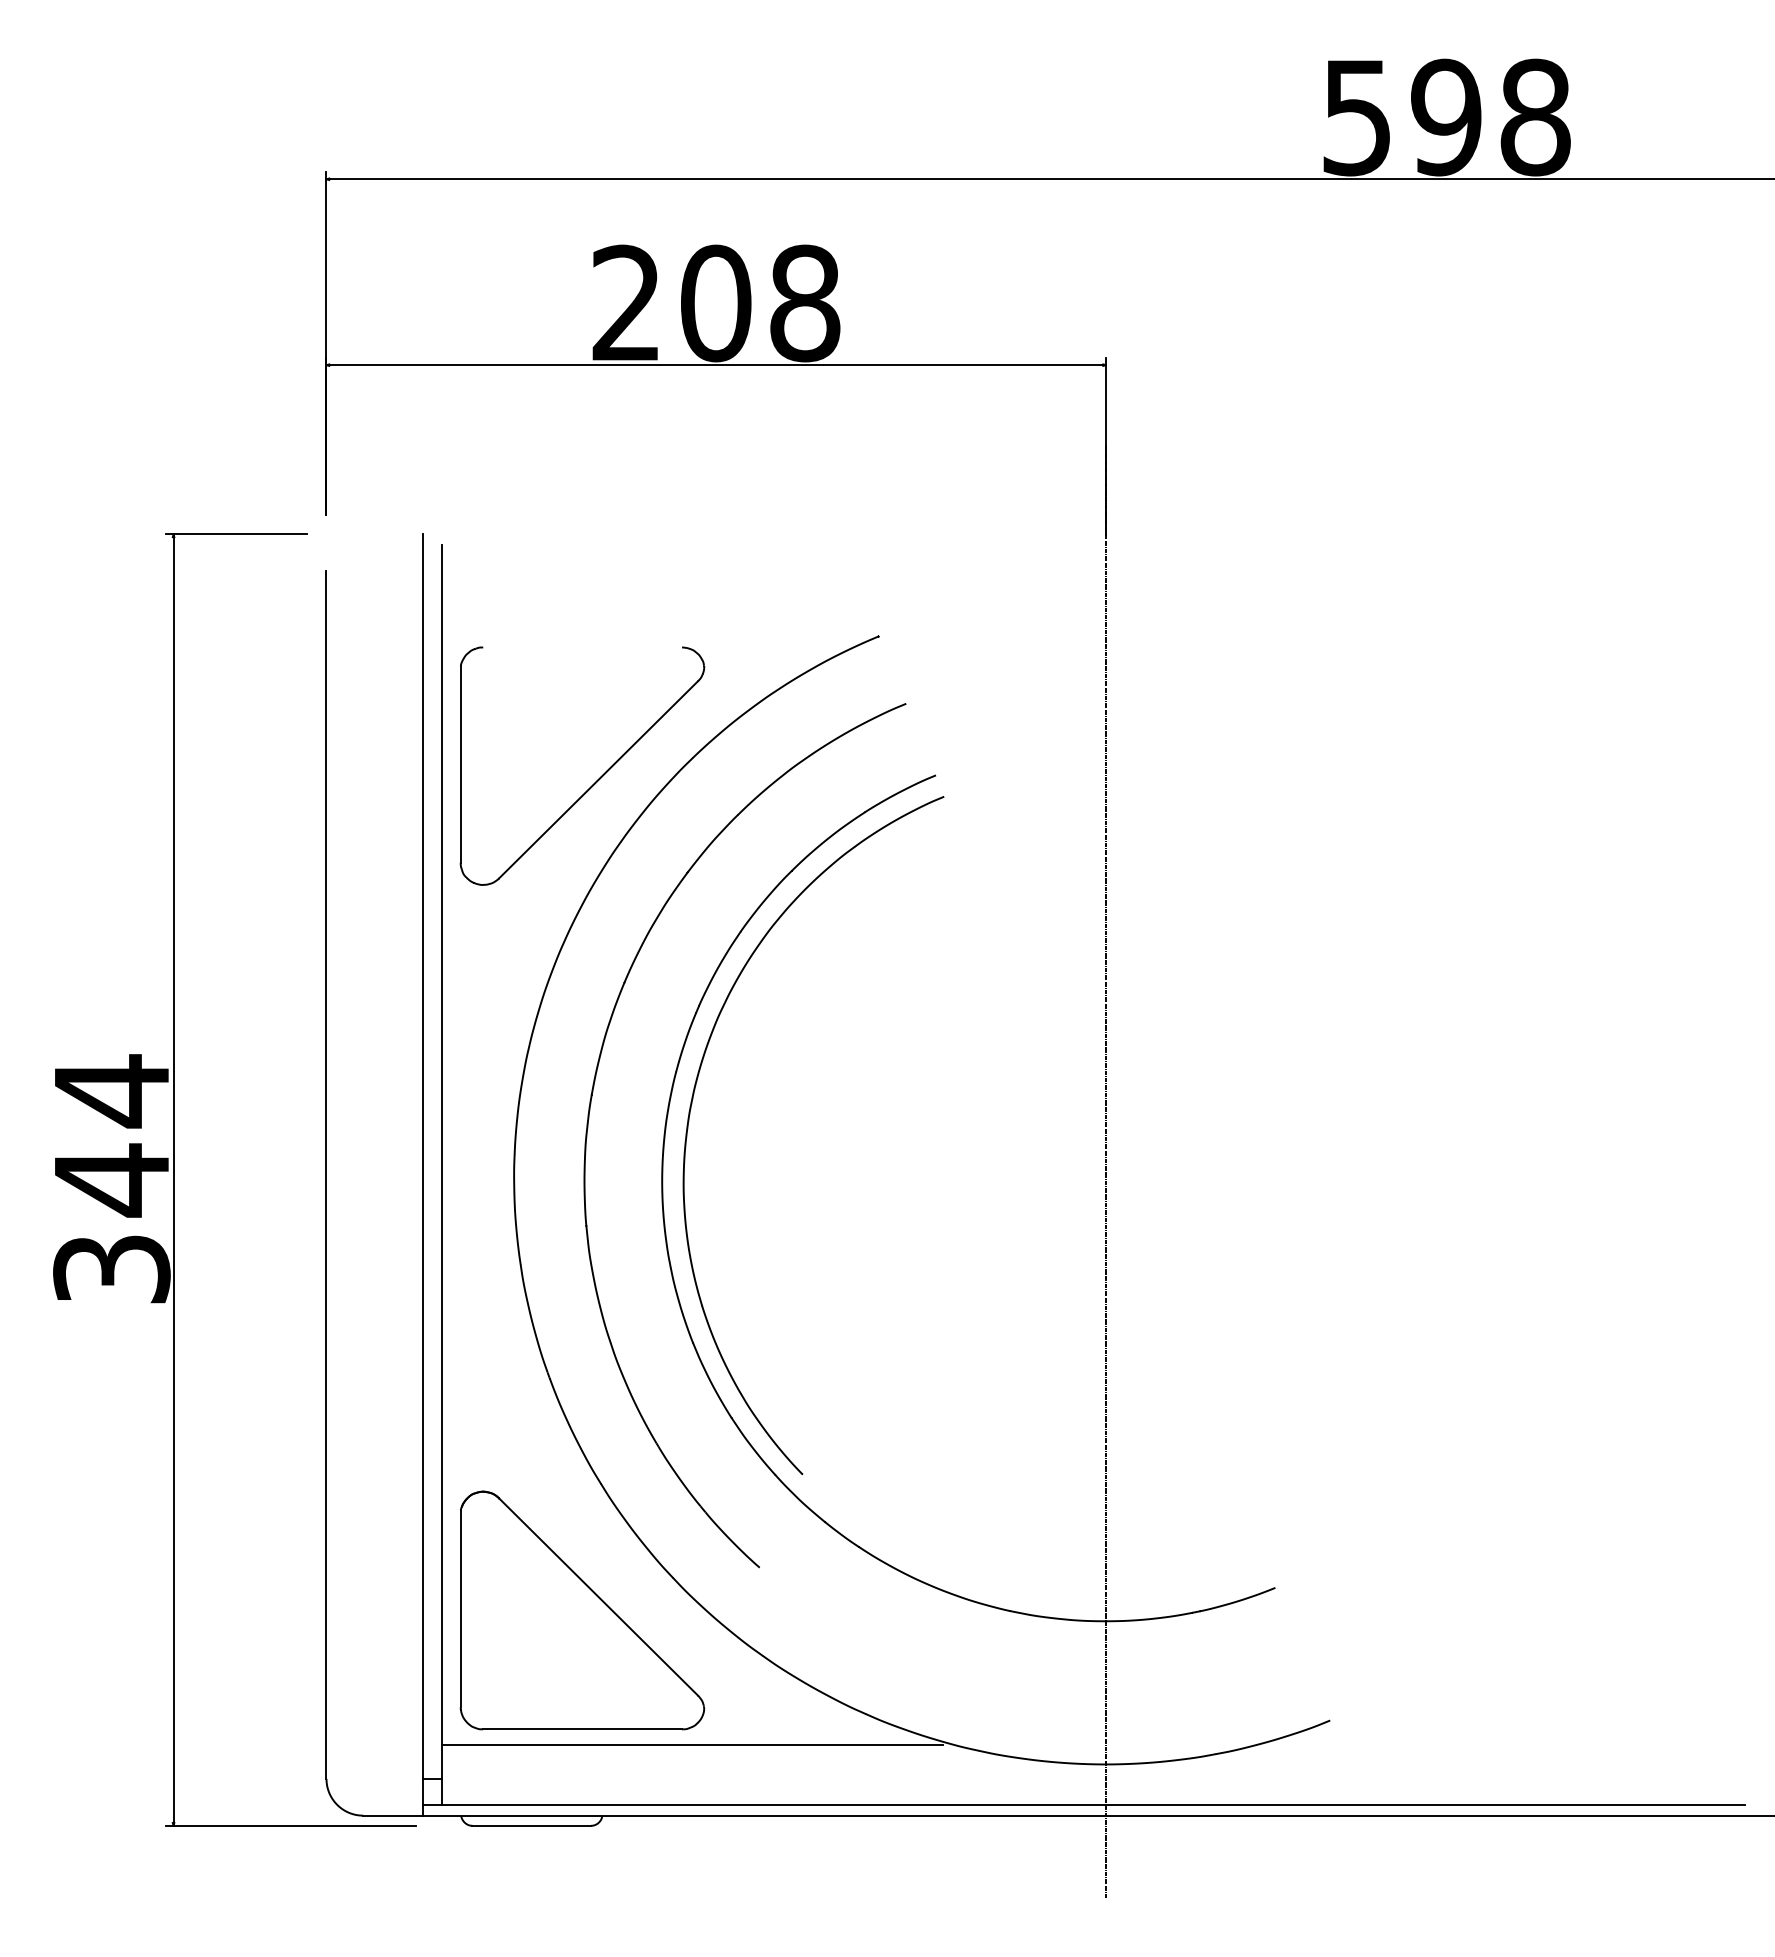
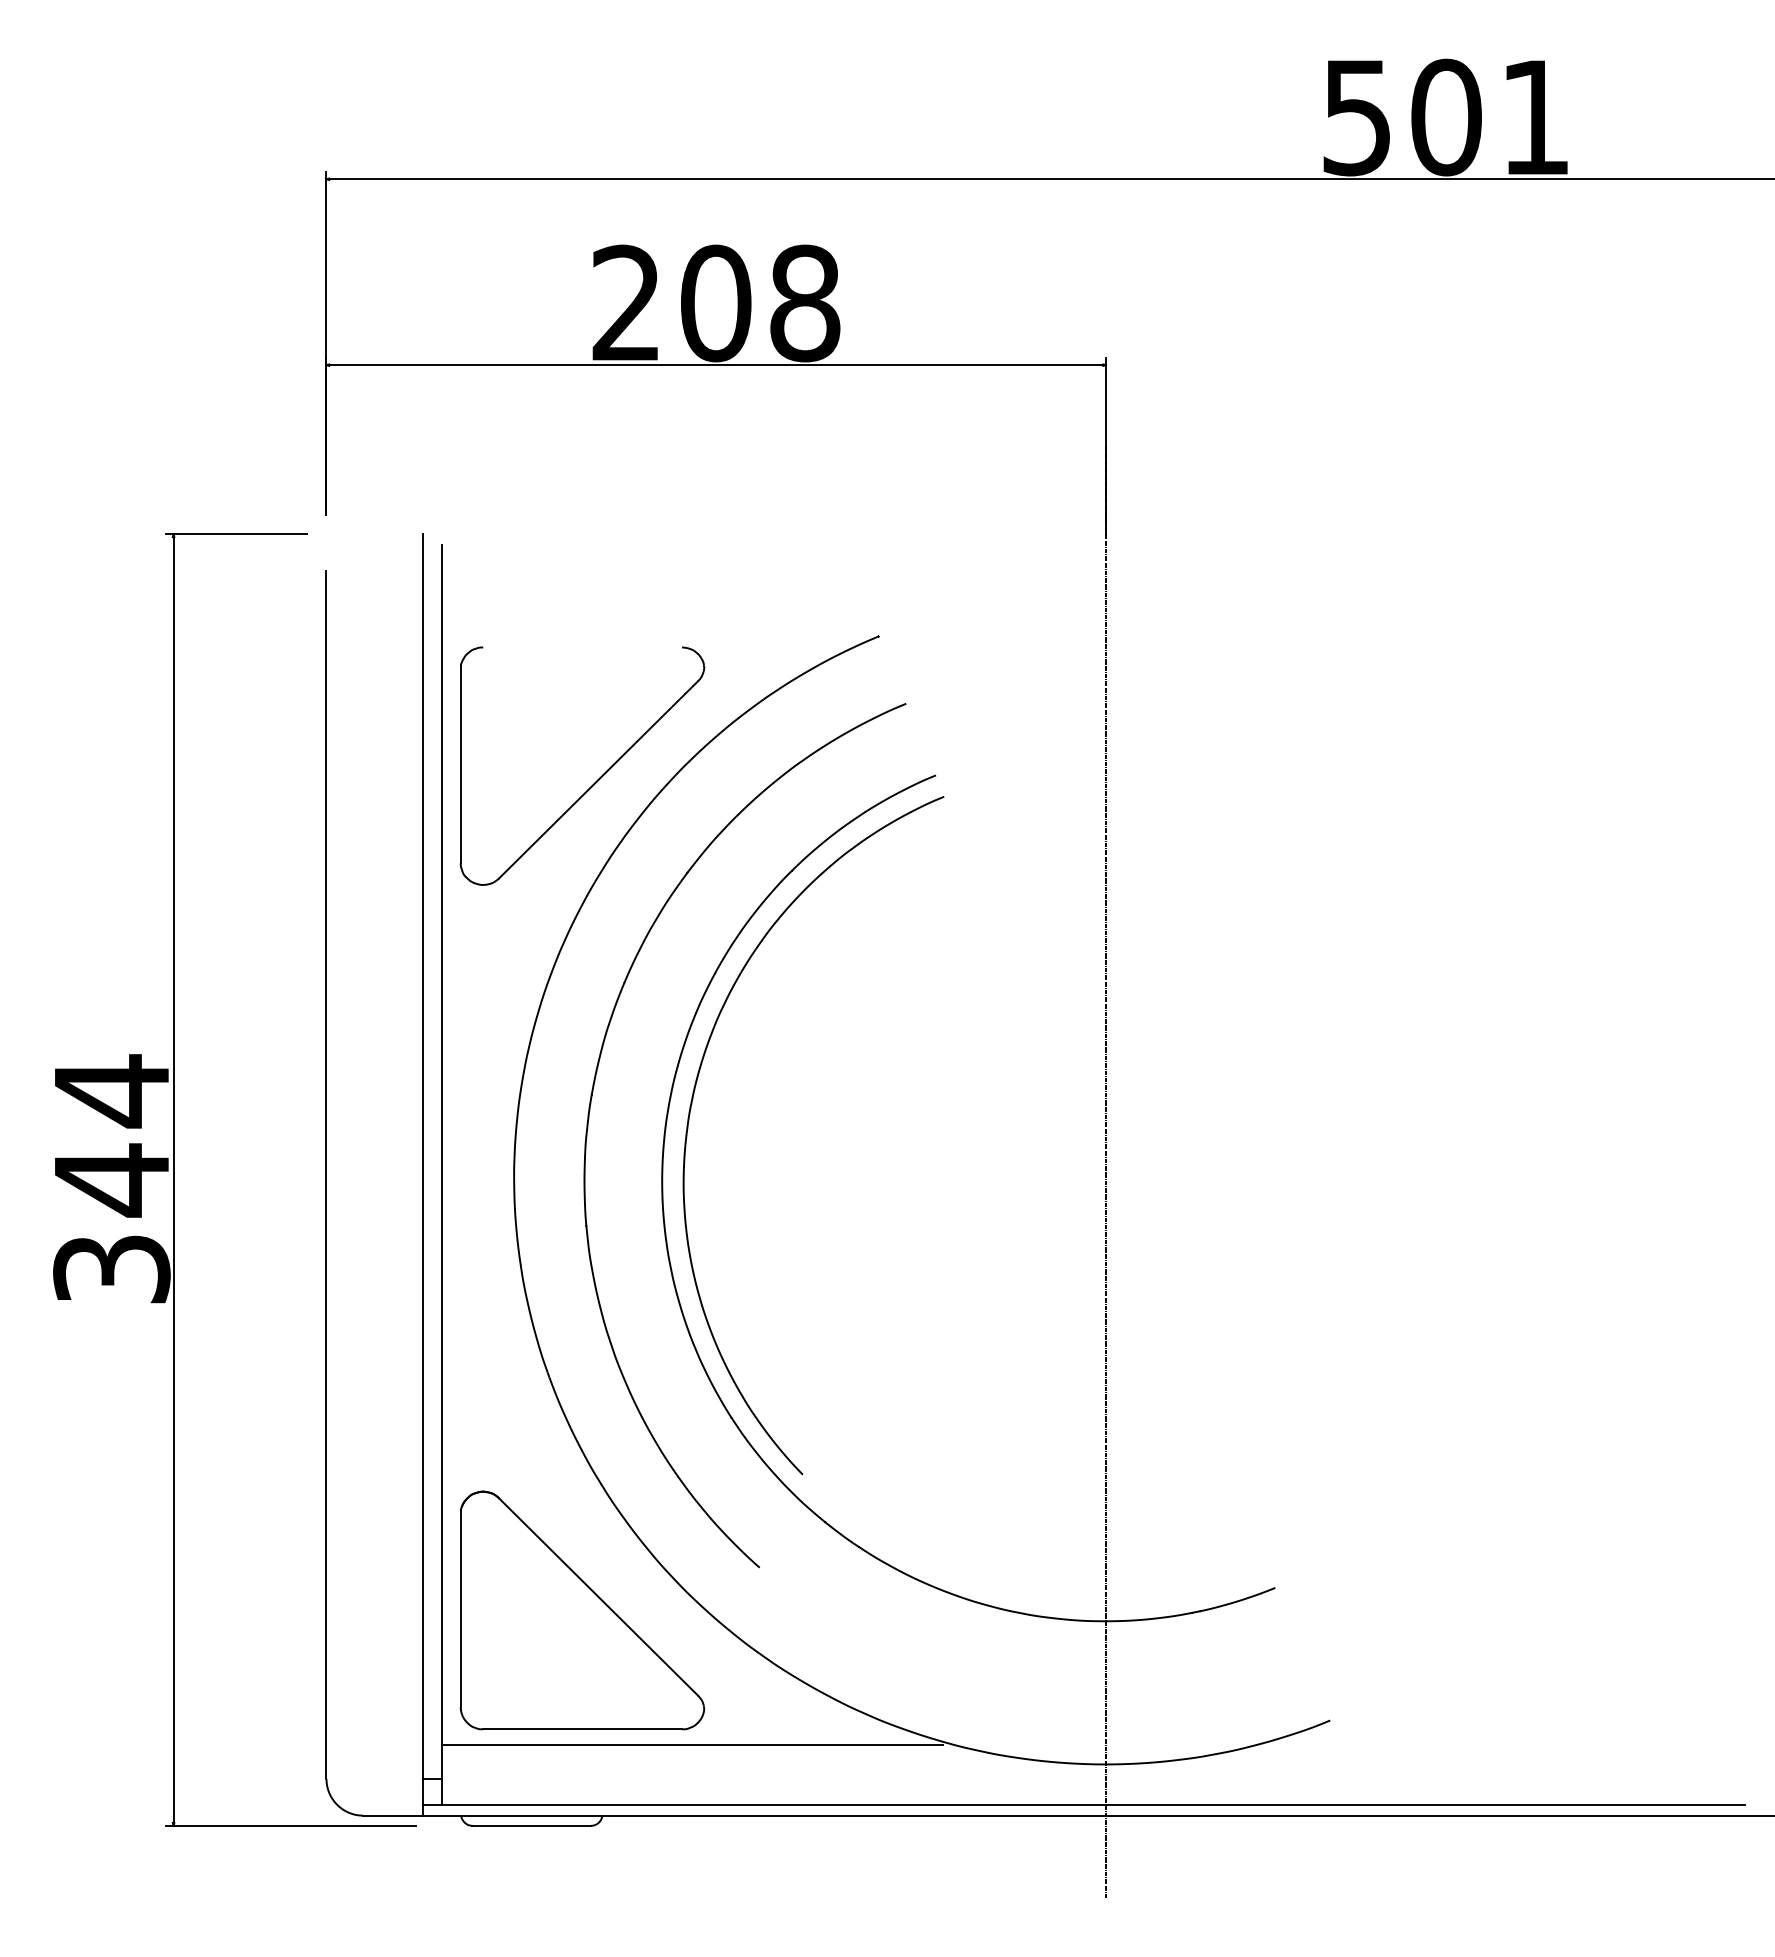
text at (1490, 117): 598 -> 501
